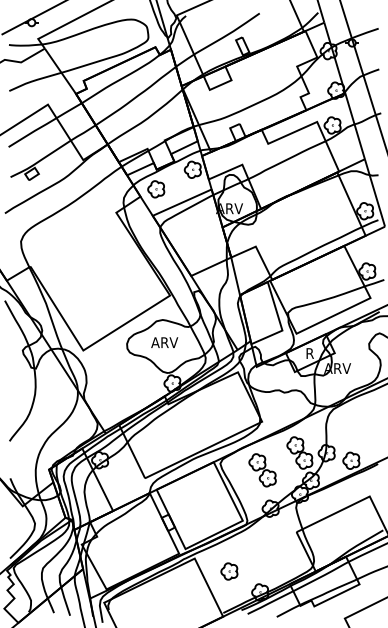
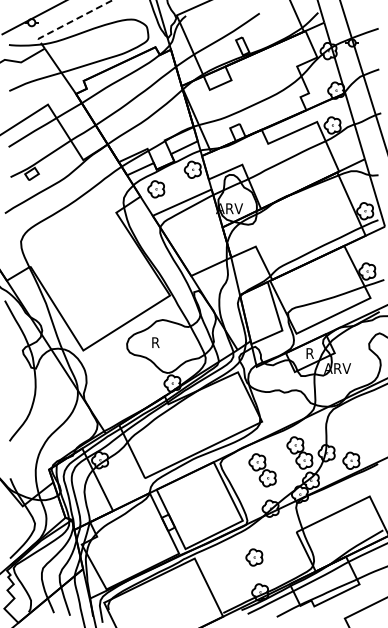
line at (69, 22): solid -> dashed
text at (164, 342): ARV -> R
part at (229, 571) position: (229, 571) -> (254, 557)
